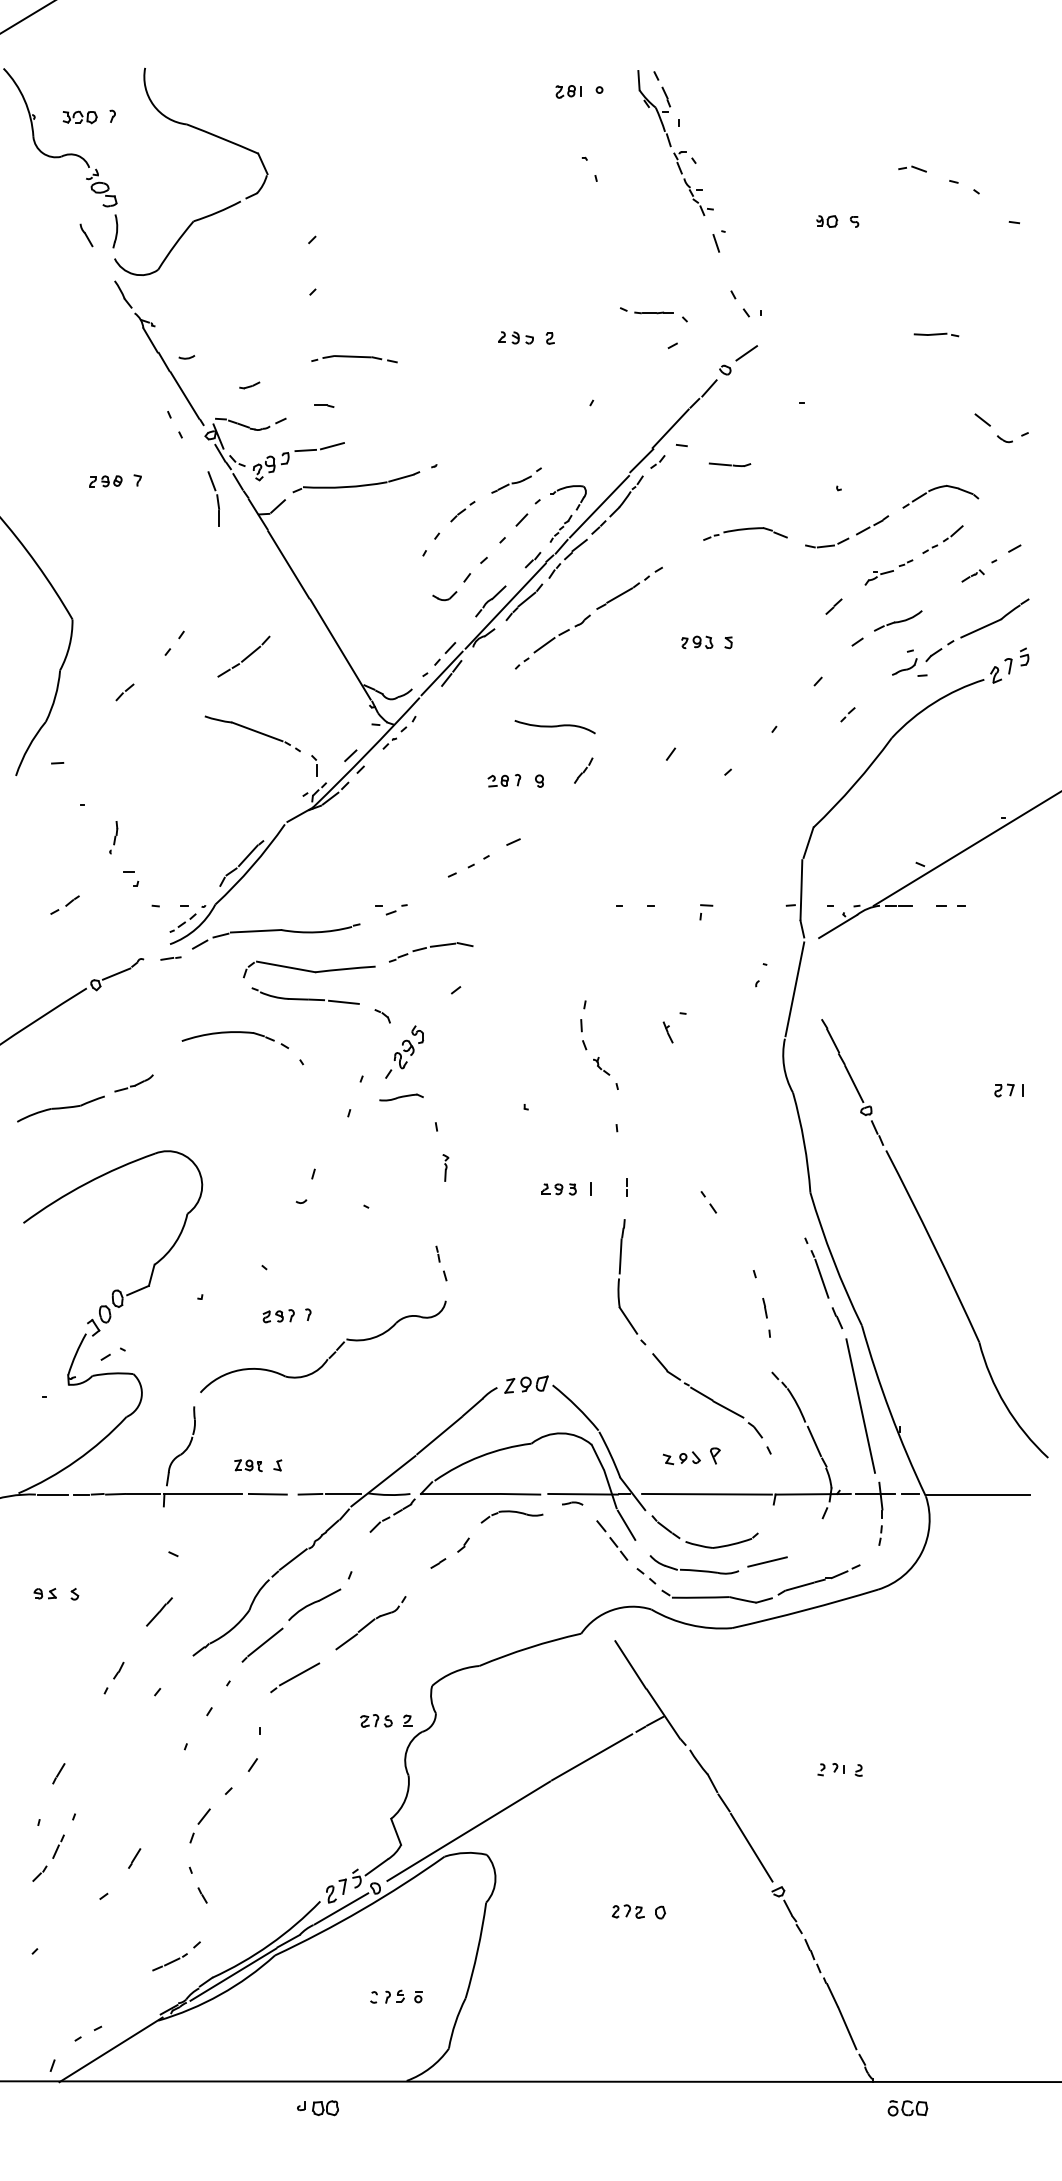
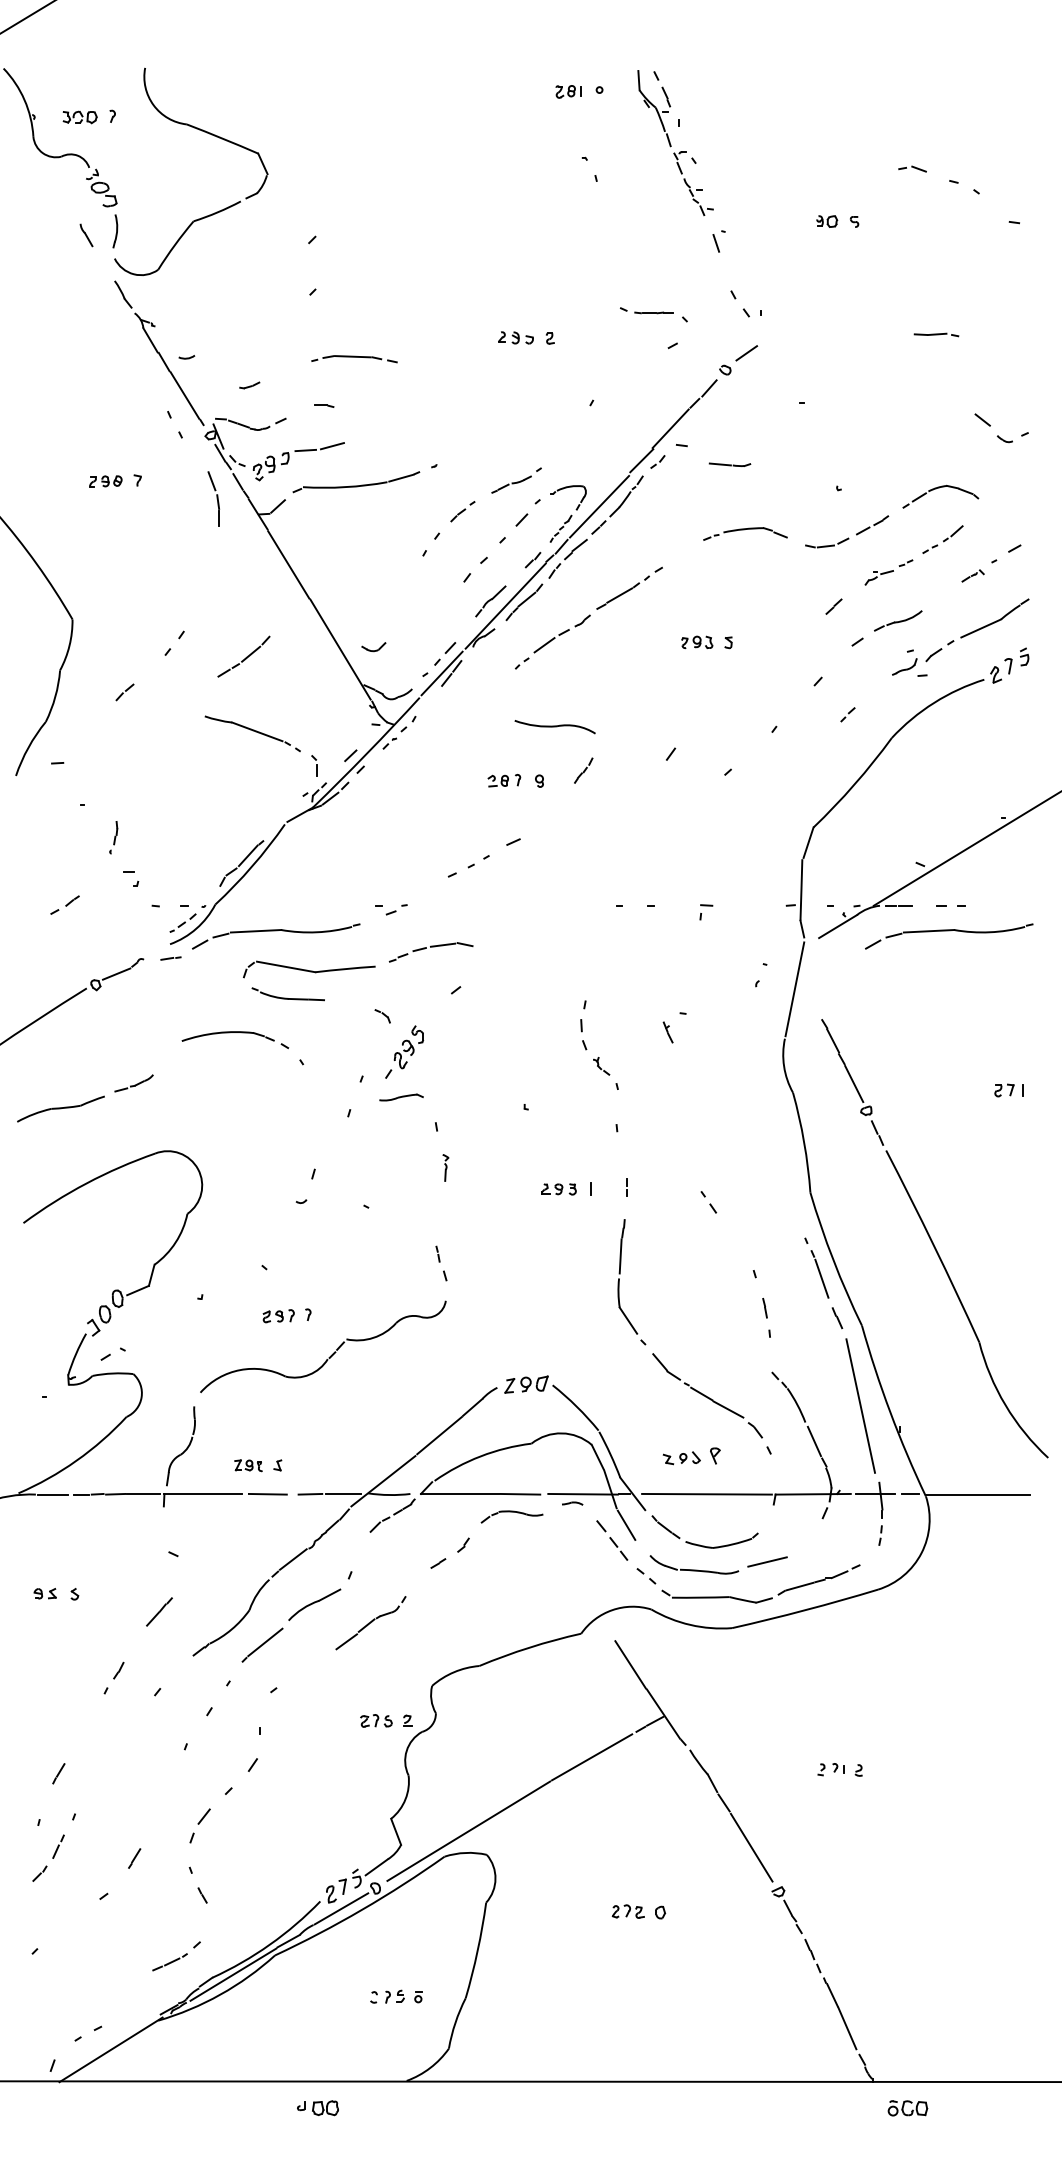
part at (444, 596) position: (444, 596) -> (373, 647)
part at (949, 936): none -> present
line at (343, 1001): present -> none
line at (299, 1674): present -> none
